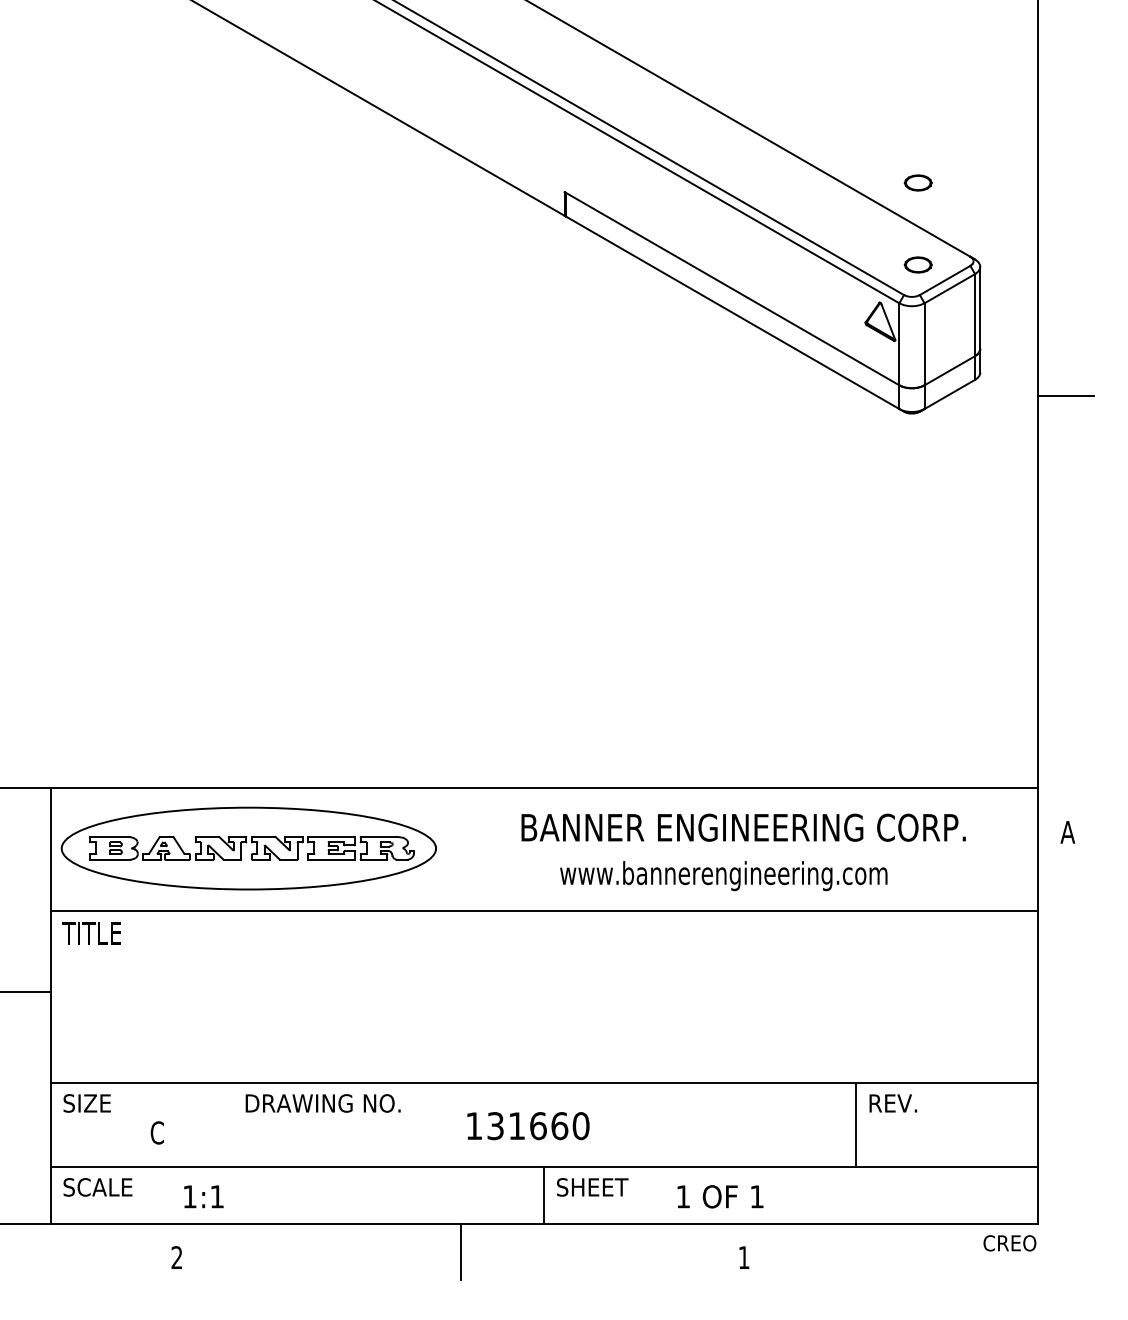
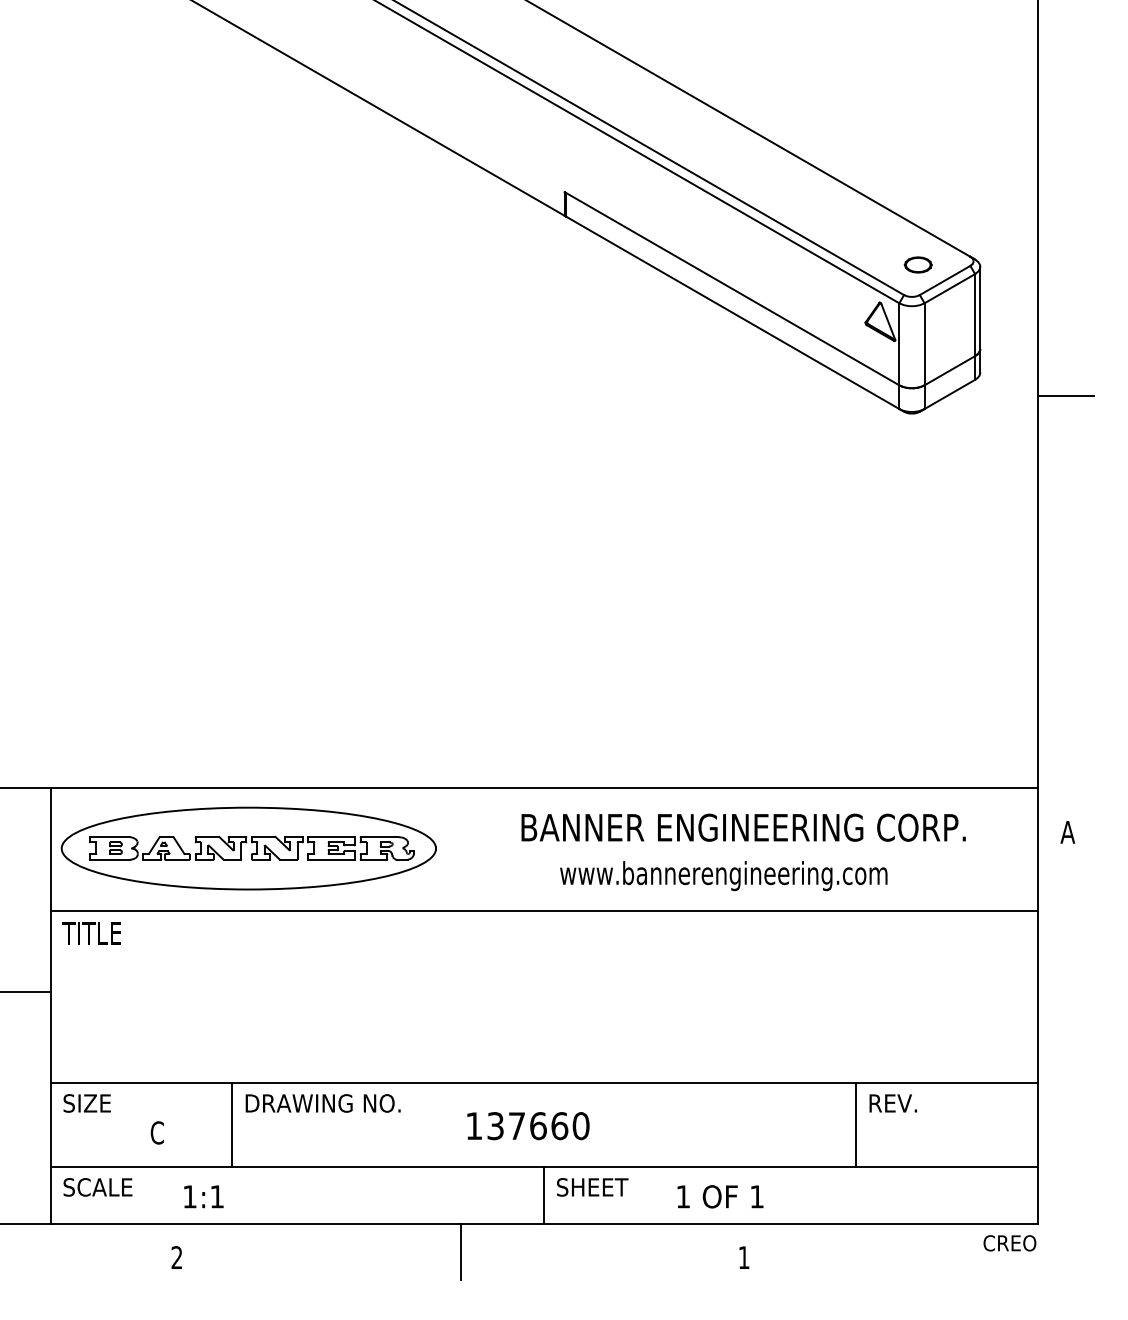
part at (917, 182): present -> none
line at (232, 1124): none -> present
text at (516, 1125): 131660 -> 137660
